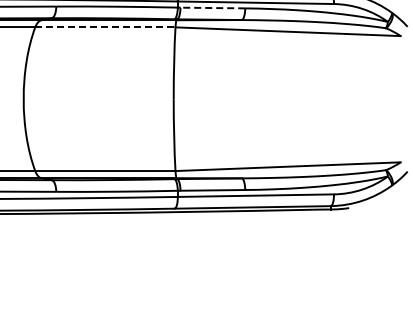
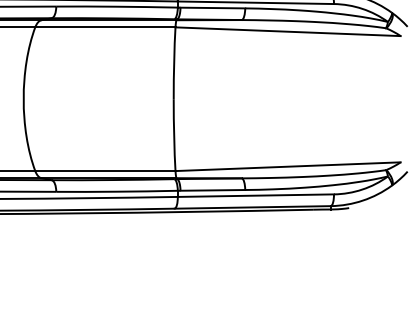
line at (212, 8): dashed -> solid
line at (105, 27): dashed -> solid
